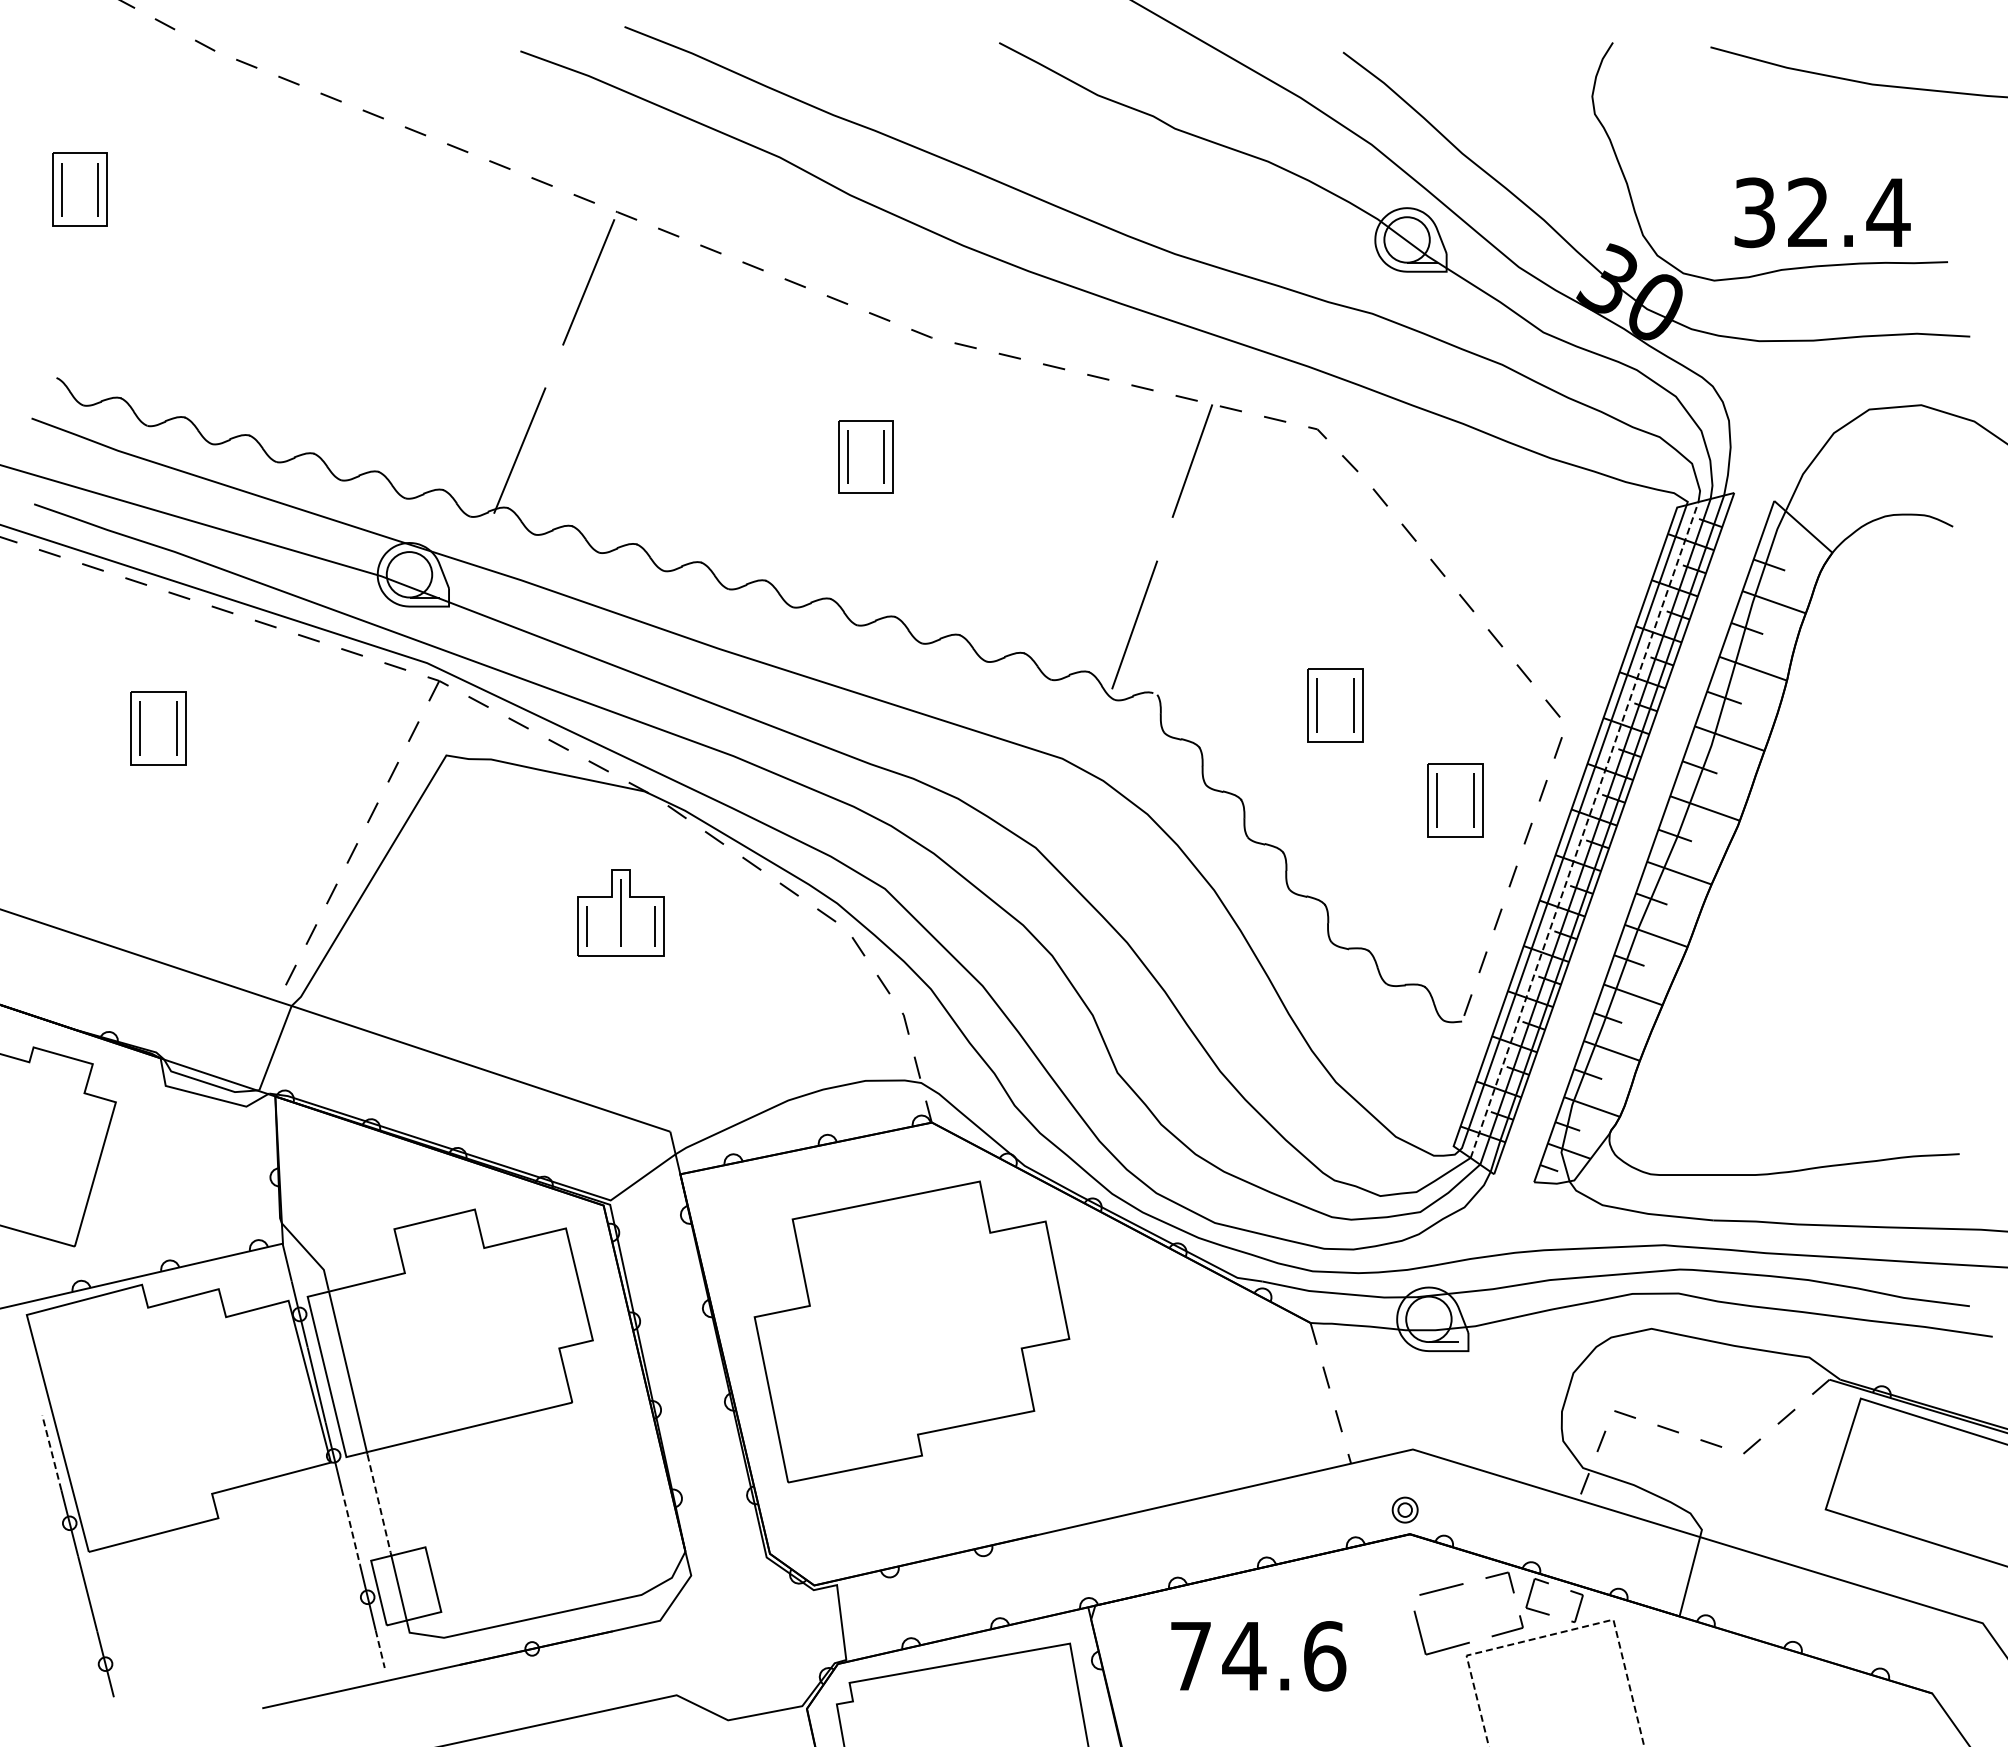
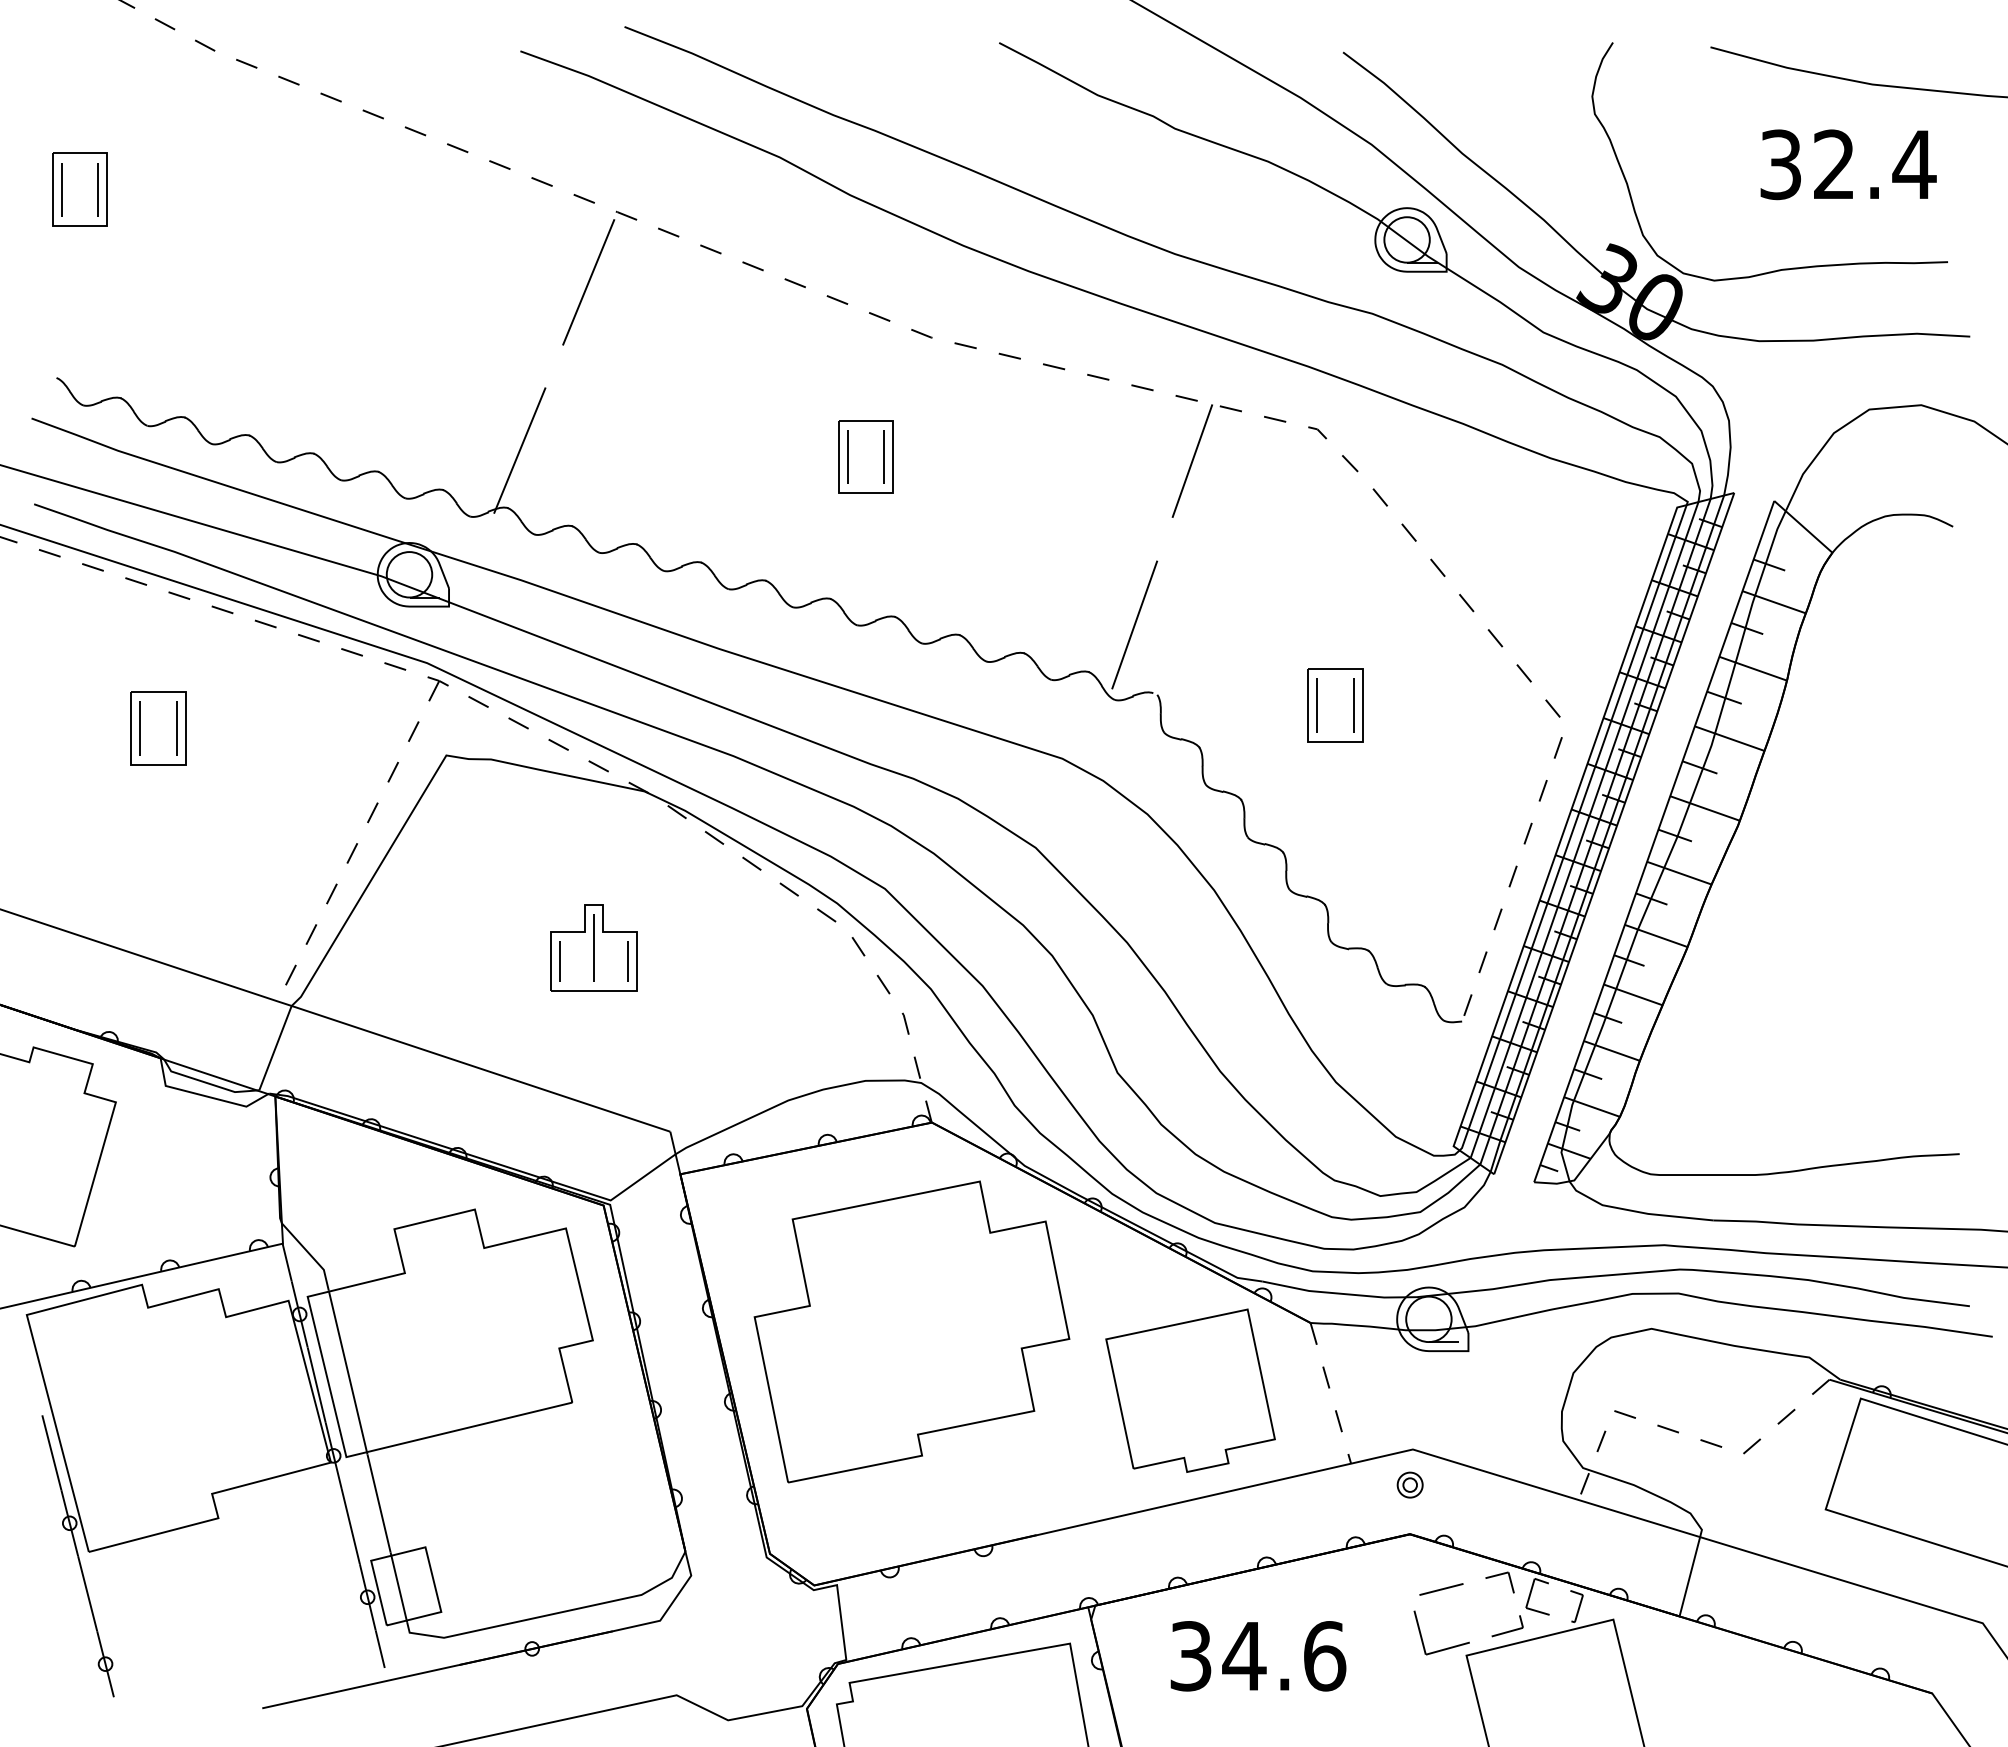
text at (1822, 212) position: (1822, 212) -> (1848, 164)
part at (1455, 800): present -> none
line at (1584, 829): dashed -> solid
part at (620, 912) position: (620, 912) -> (593, 947)
part at (1190, 1390): none -> present
line at (51, 1452): dashed -> solid
line at (379, 1503): dashed -> solid
part at (1404, 1509) position: (1404, 1509) -> (1409, 1484)
line at (350, 1526): dashed -> solid
line at (1558, 1633): dashed -> solid
line at (380, 1649): dashed -> solid
text at (1190, 1656): 74.6 -> 34.6
